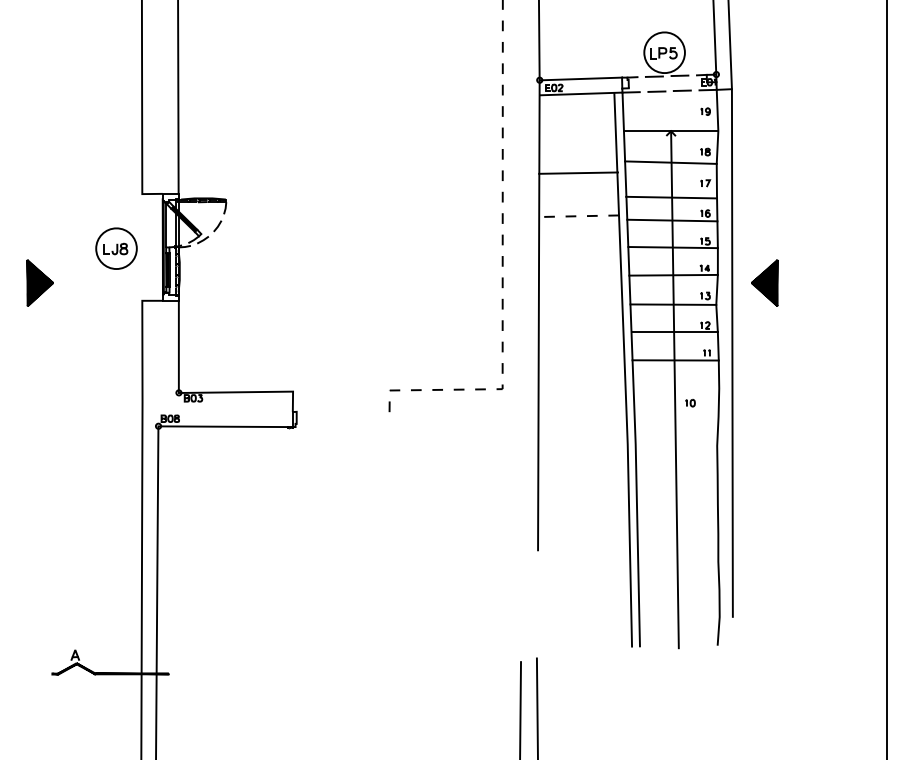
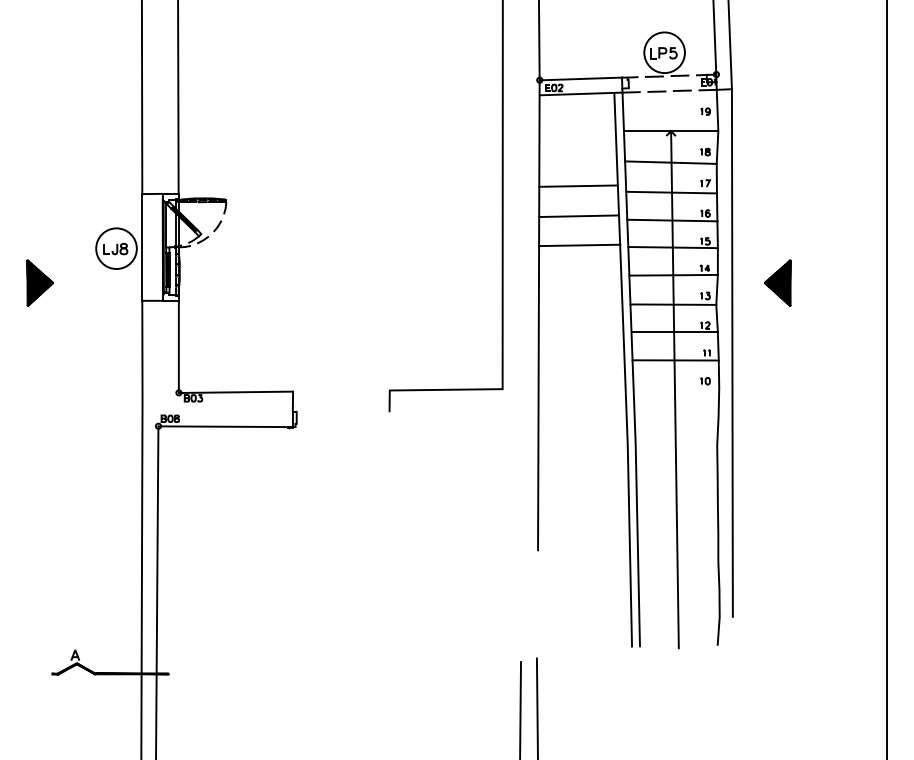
line at (578, 172) position: (578, 172) -> (578, 185)
line at (671, 197) position: (671, 197) -> (671, 192)
line at (579, 216): dashed -> solid
line at (579, 245): none -> present
line at (142, 247): none -> present
line at (502, 263): dashed -> solid
part at (764, 282) position: (764, 282) -> (777, 282)
part at (690, 403) position: (690, 403) -> (705, 381)
